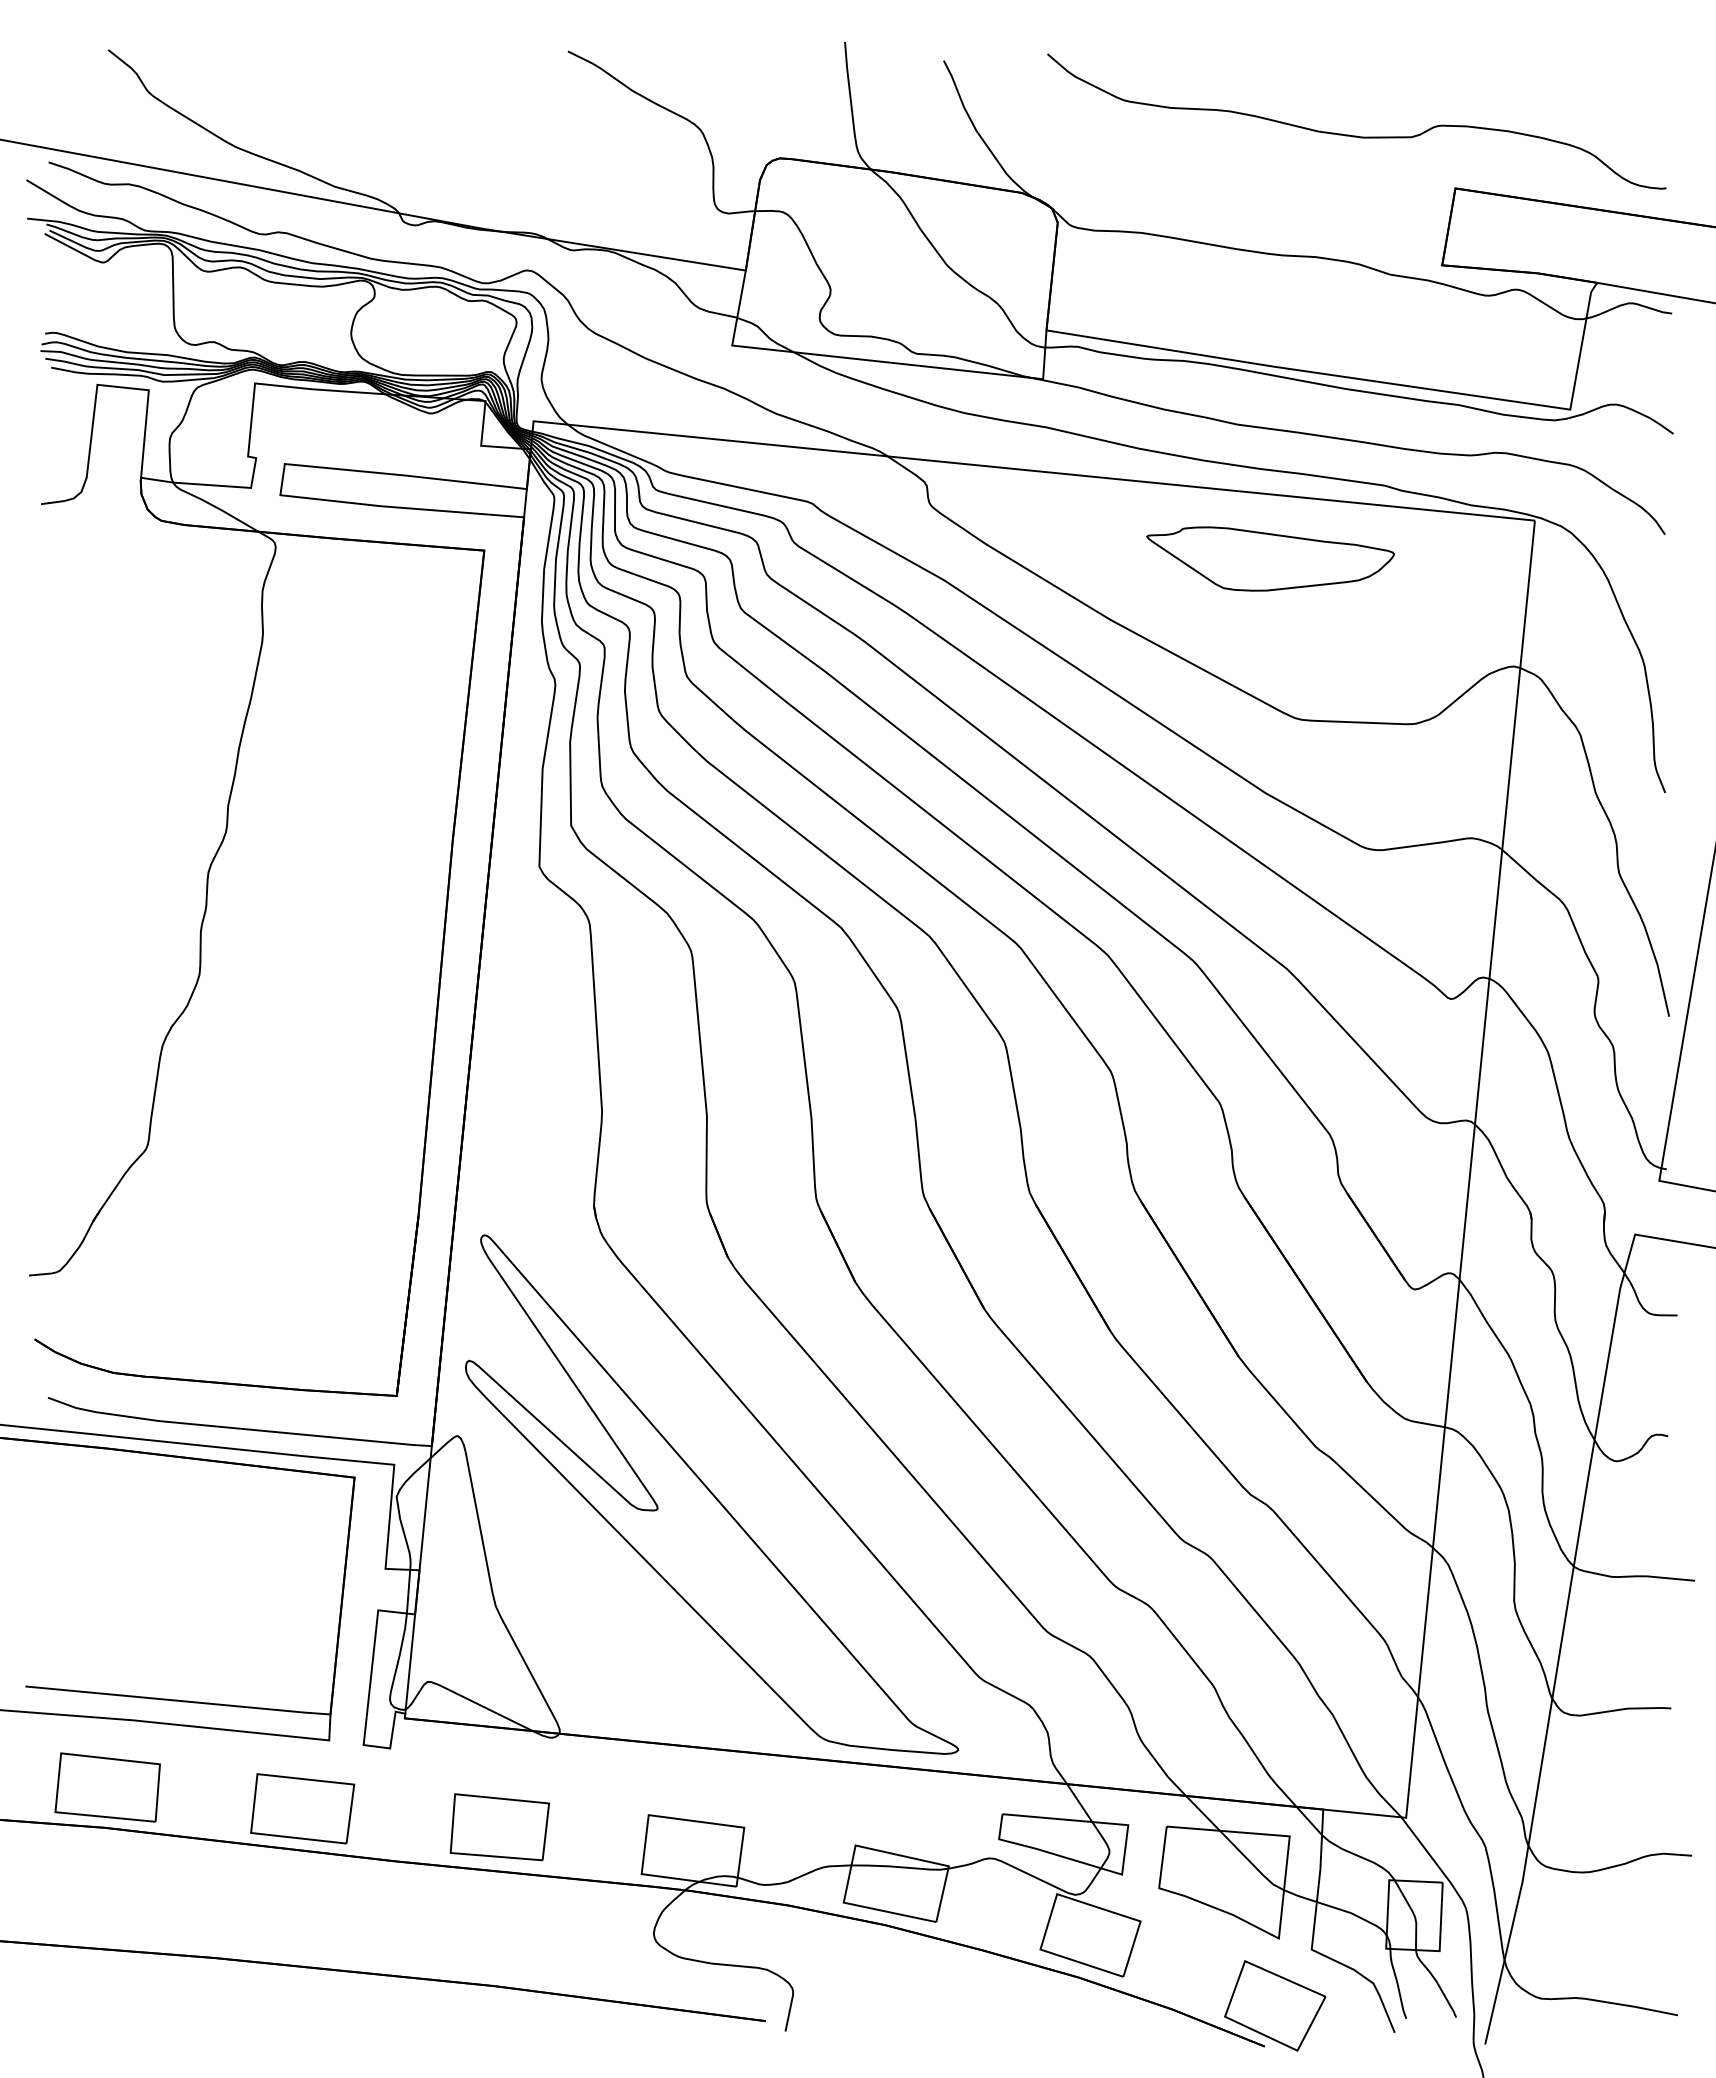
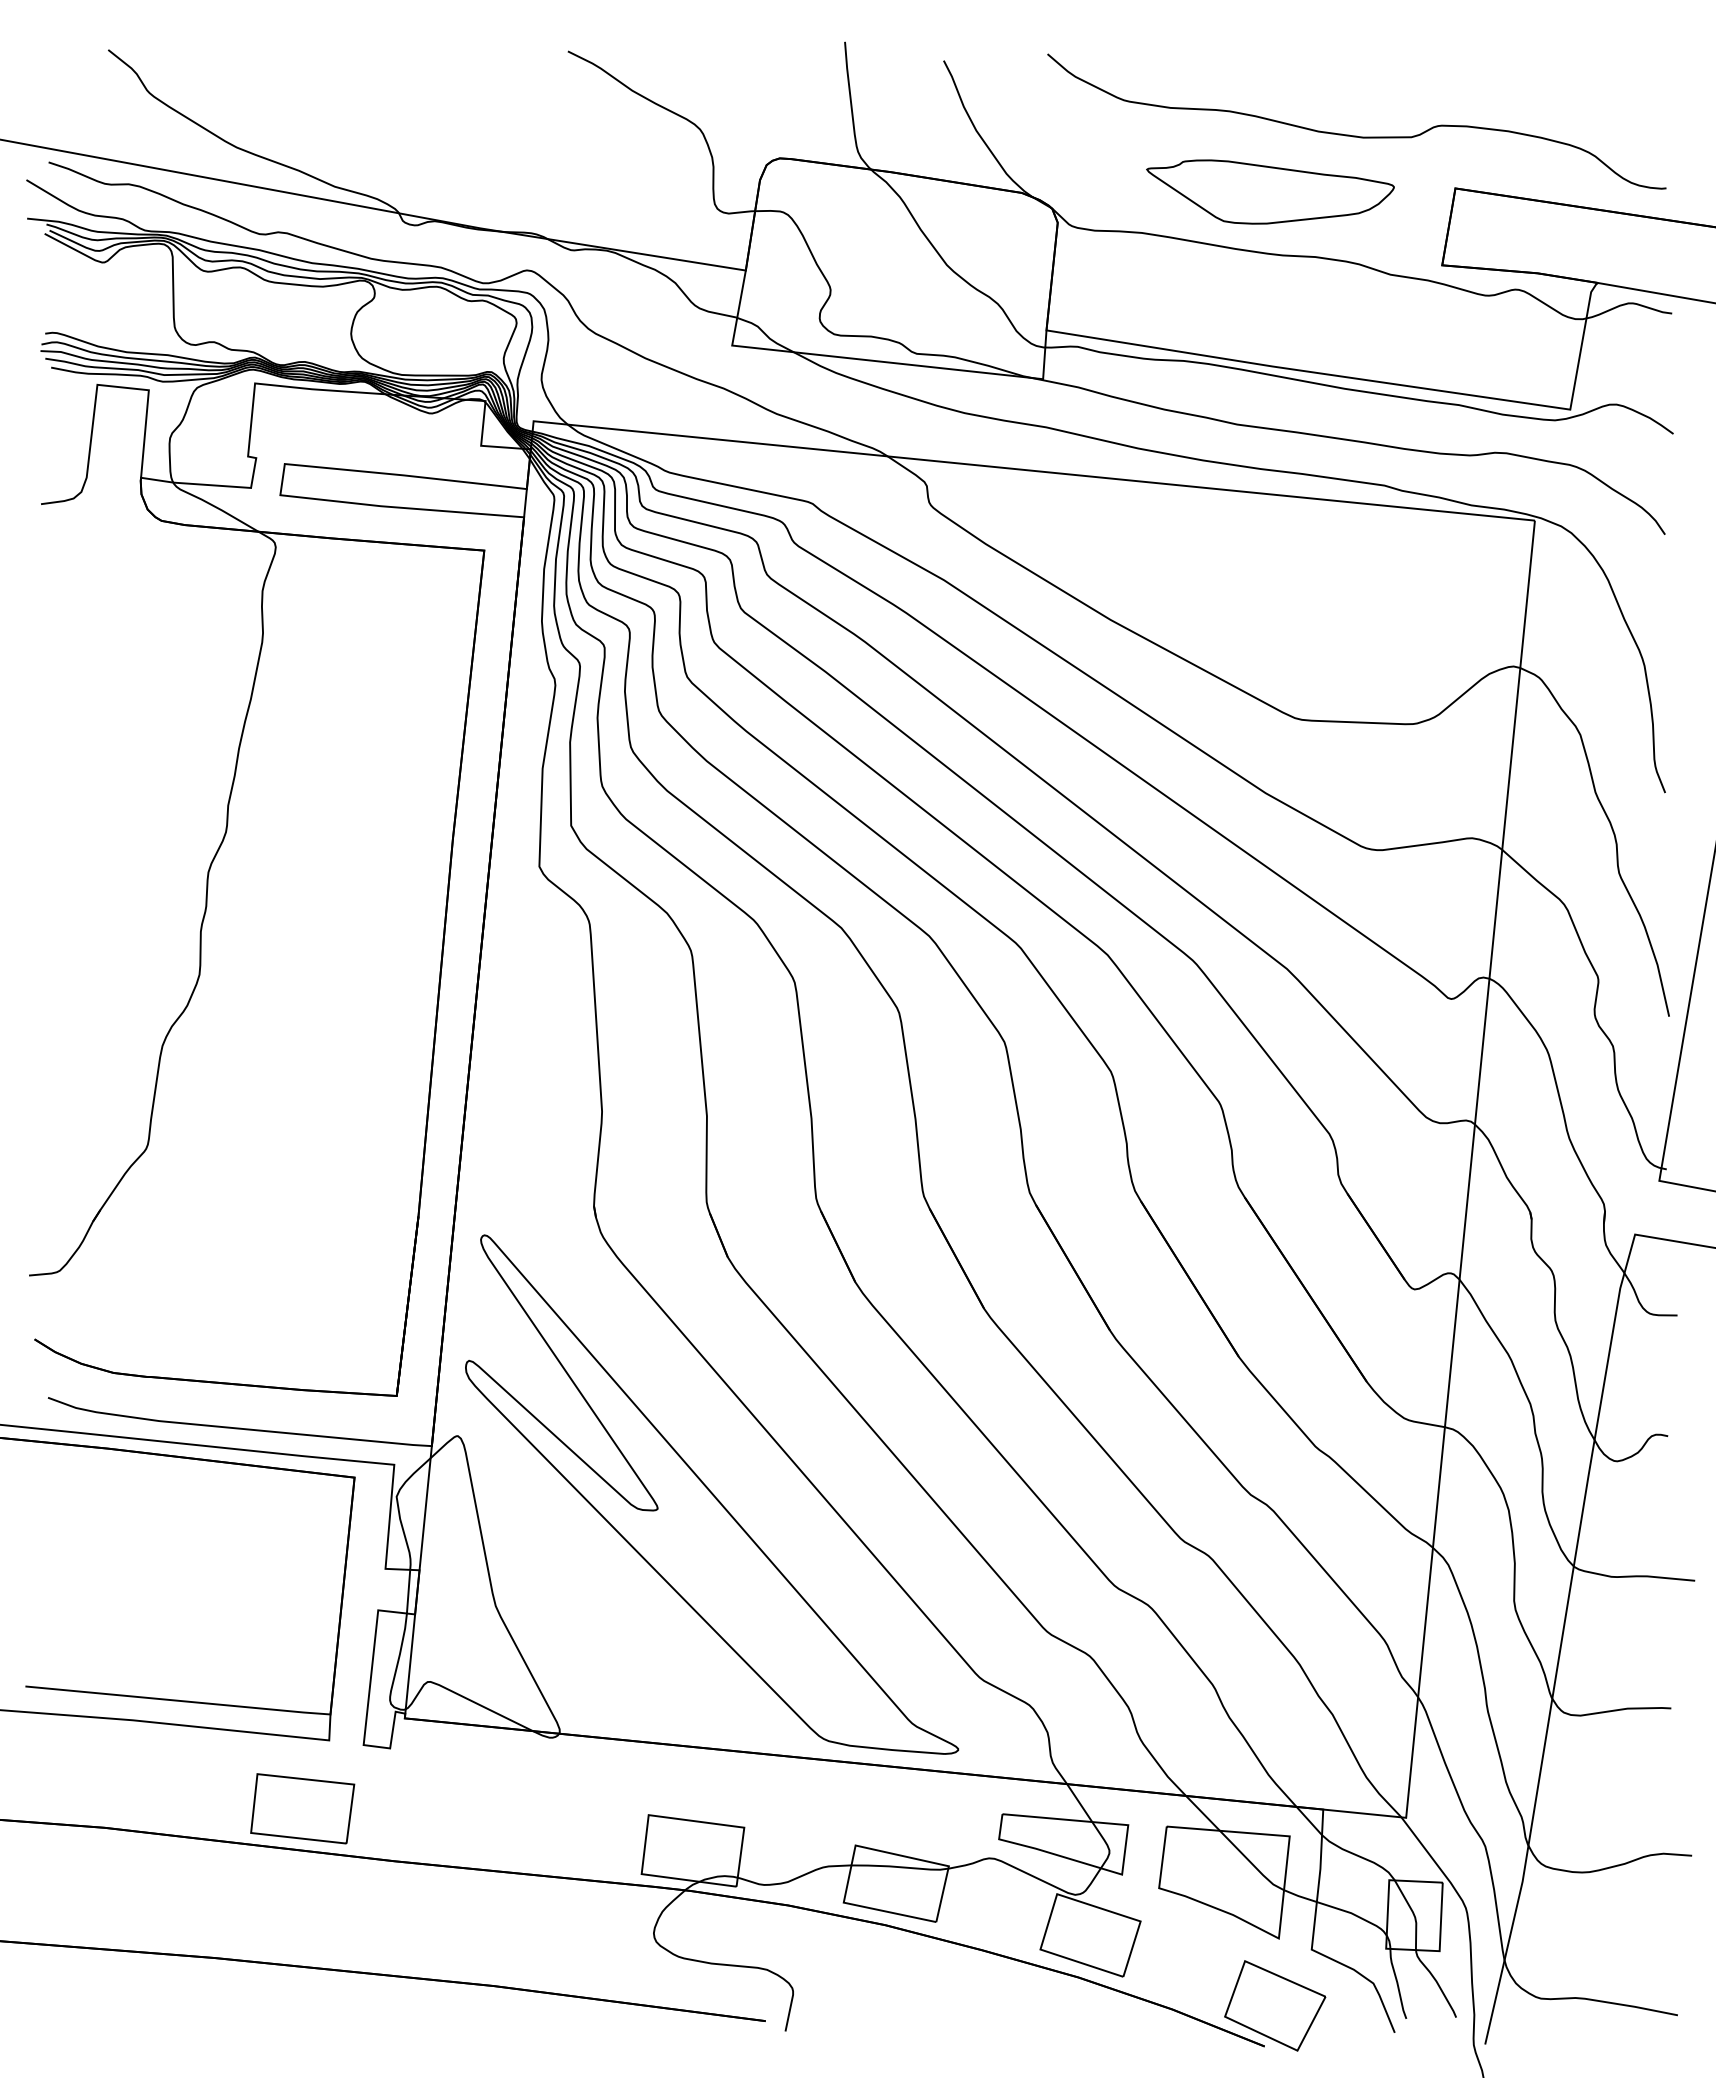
part at (1270, 558) position: (1270, 558) -> (1270, 191)
part at (107, 1787): present -> none
part at (499, 1827): present -> none
